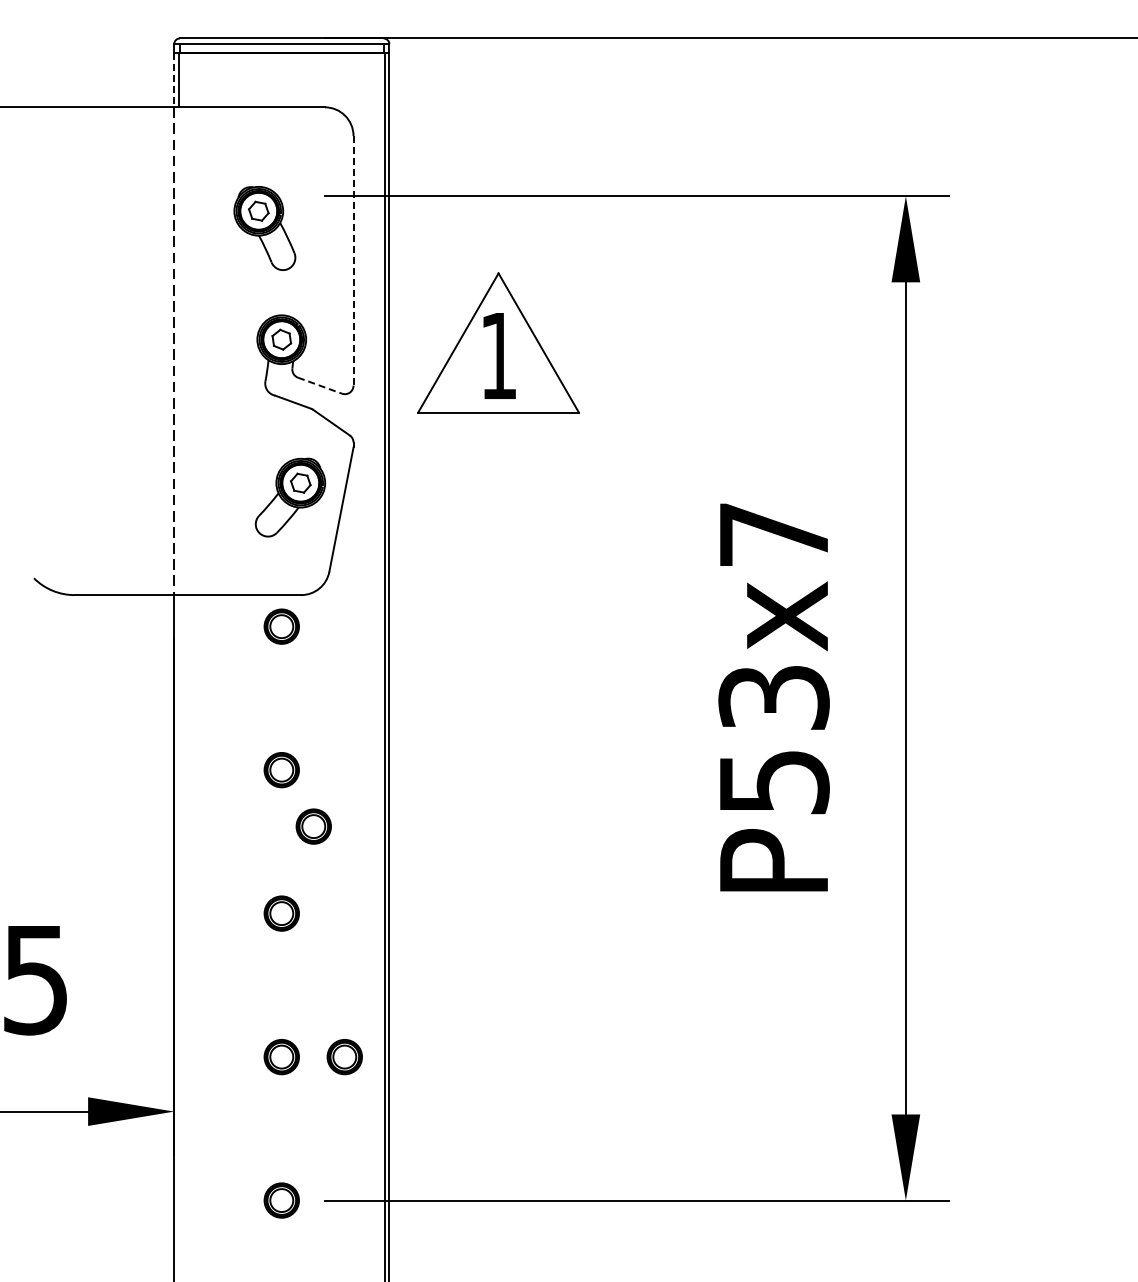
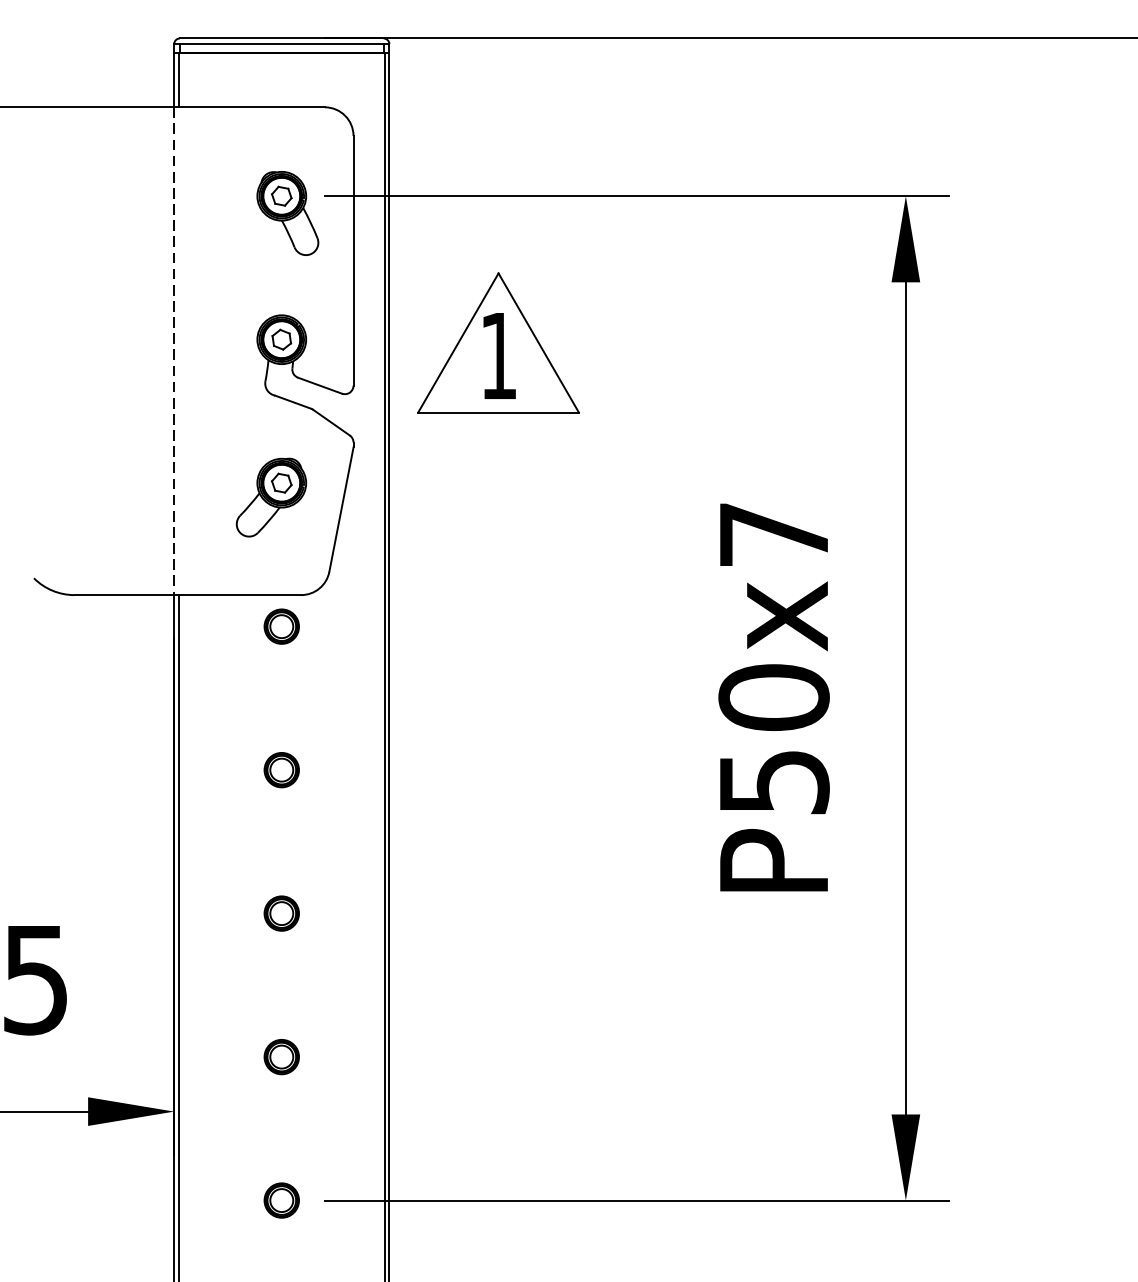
line at (174, 80): dashed -> solid
part at (264, 228) position: (264, 228) -> (287, 213)
line at (353, 260): dashed -> solid
line at (320, 385): dashed -> solid
part at (290, 497) position: (290, 497) -> (271, 497)
text at (773, 697): P53x7 -> P50x7
part at (313, 826): present -> none
line at (178, 936): none -> present
part at (344, 1057): present -> none
